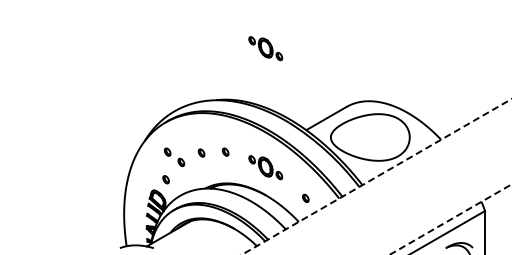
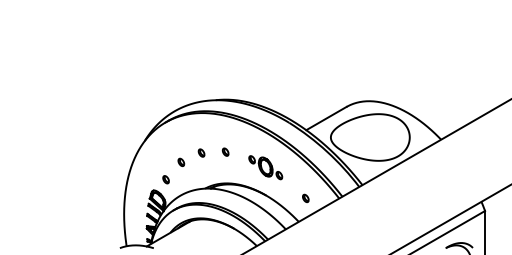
part at (265, 48): present -> none
part at (167, 151): present -> none
line at (376, 177): dashed -> solid
line at (450, 219): dashed -> solid
